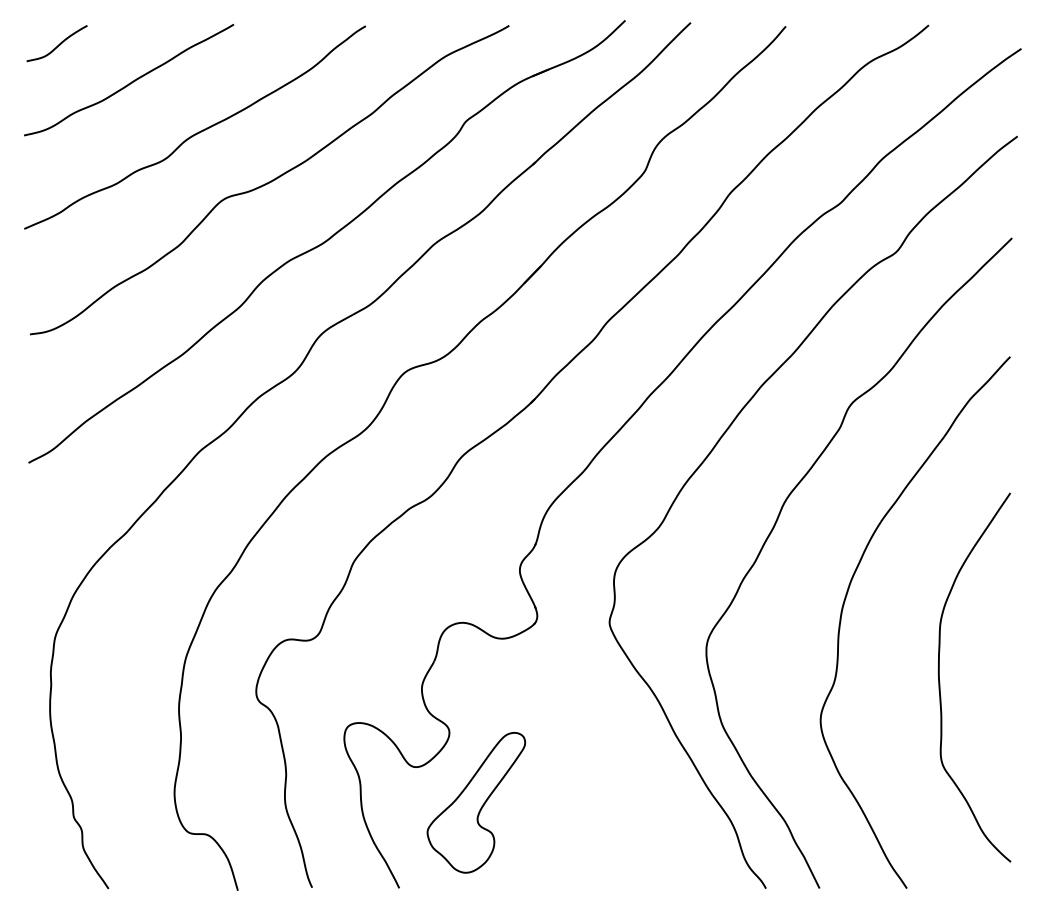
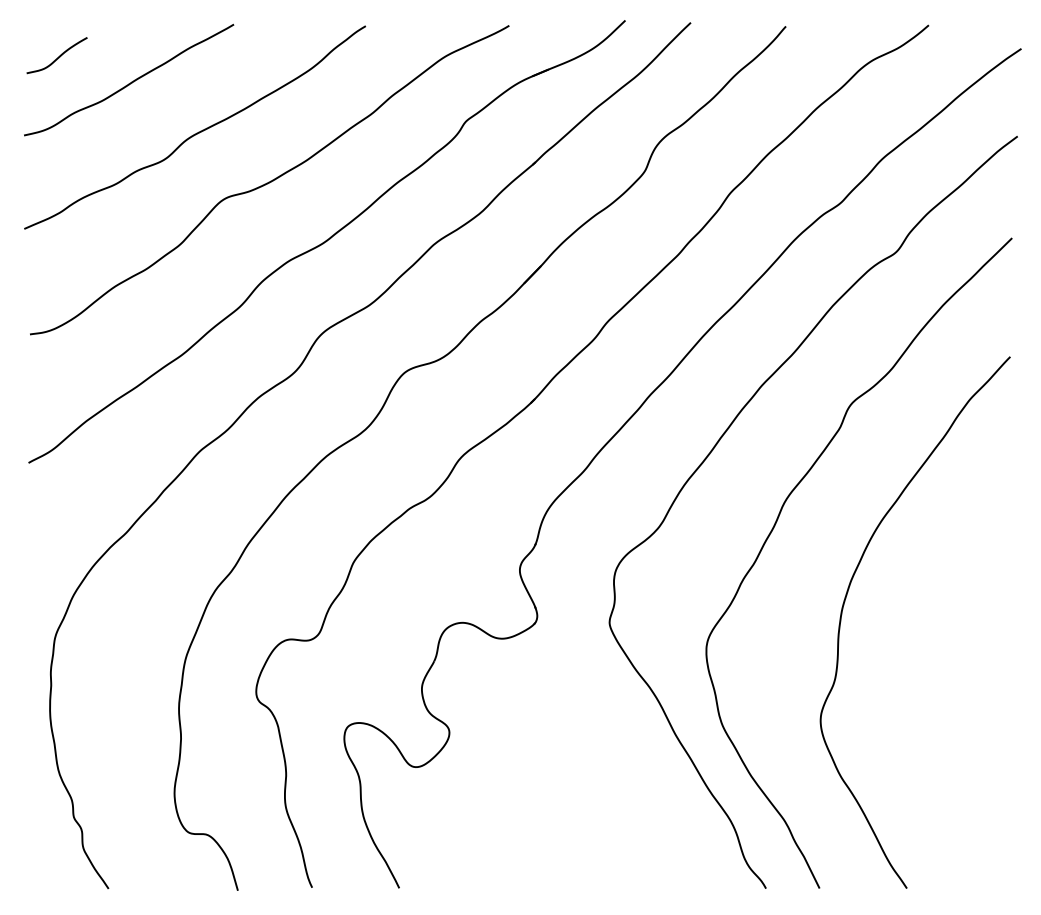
curve at (58, 44) position: (58, 44) -> (58, 56)
curve at (940, 682): present -> none
part at (476, 802): present -> none
